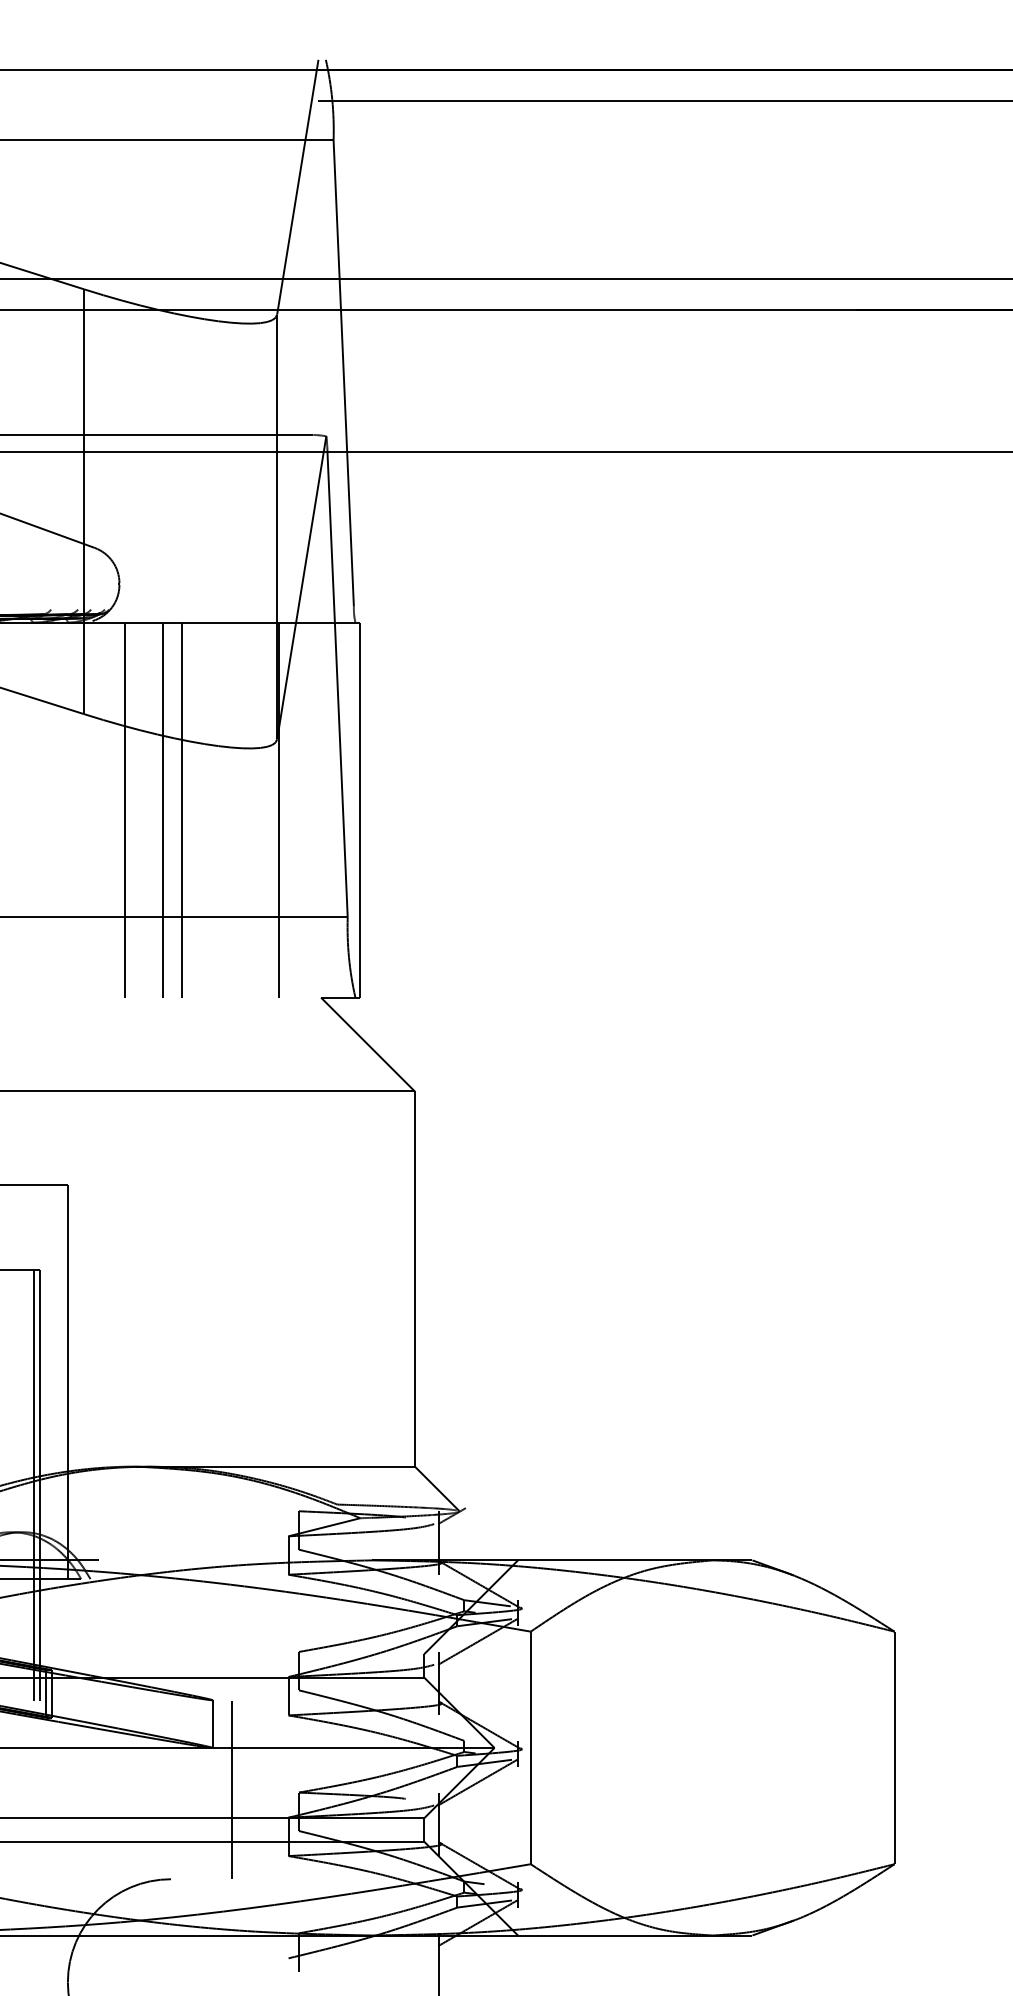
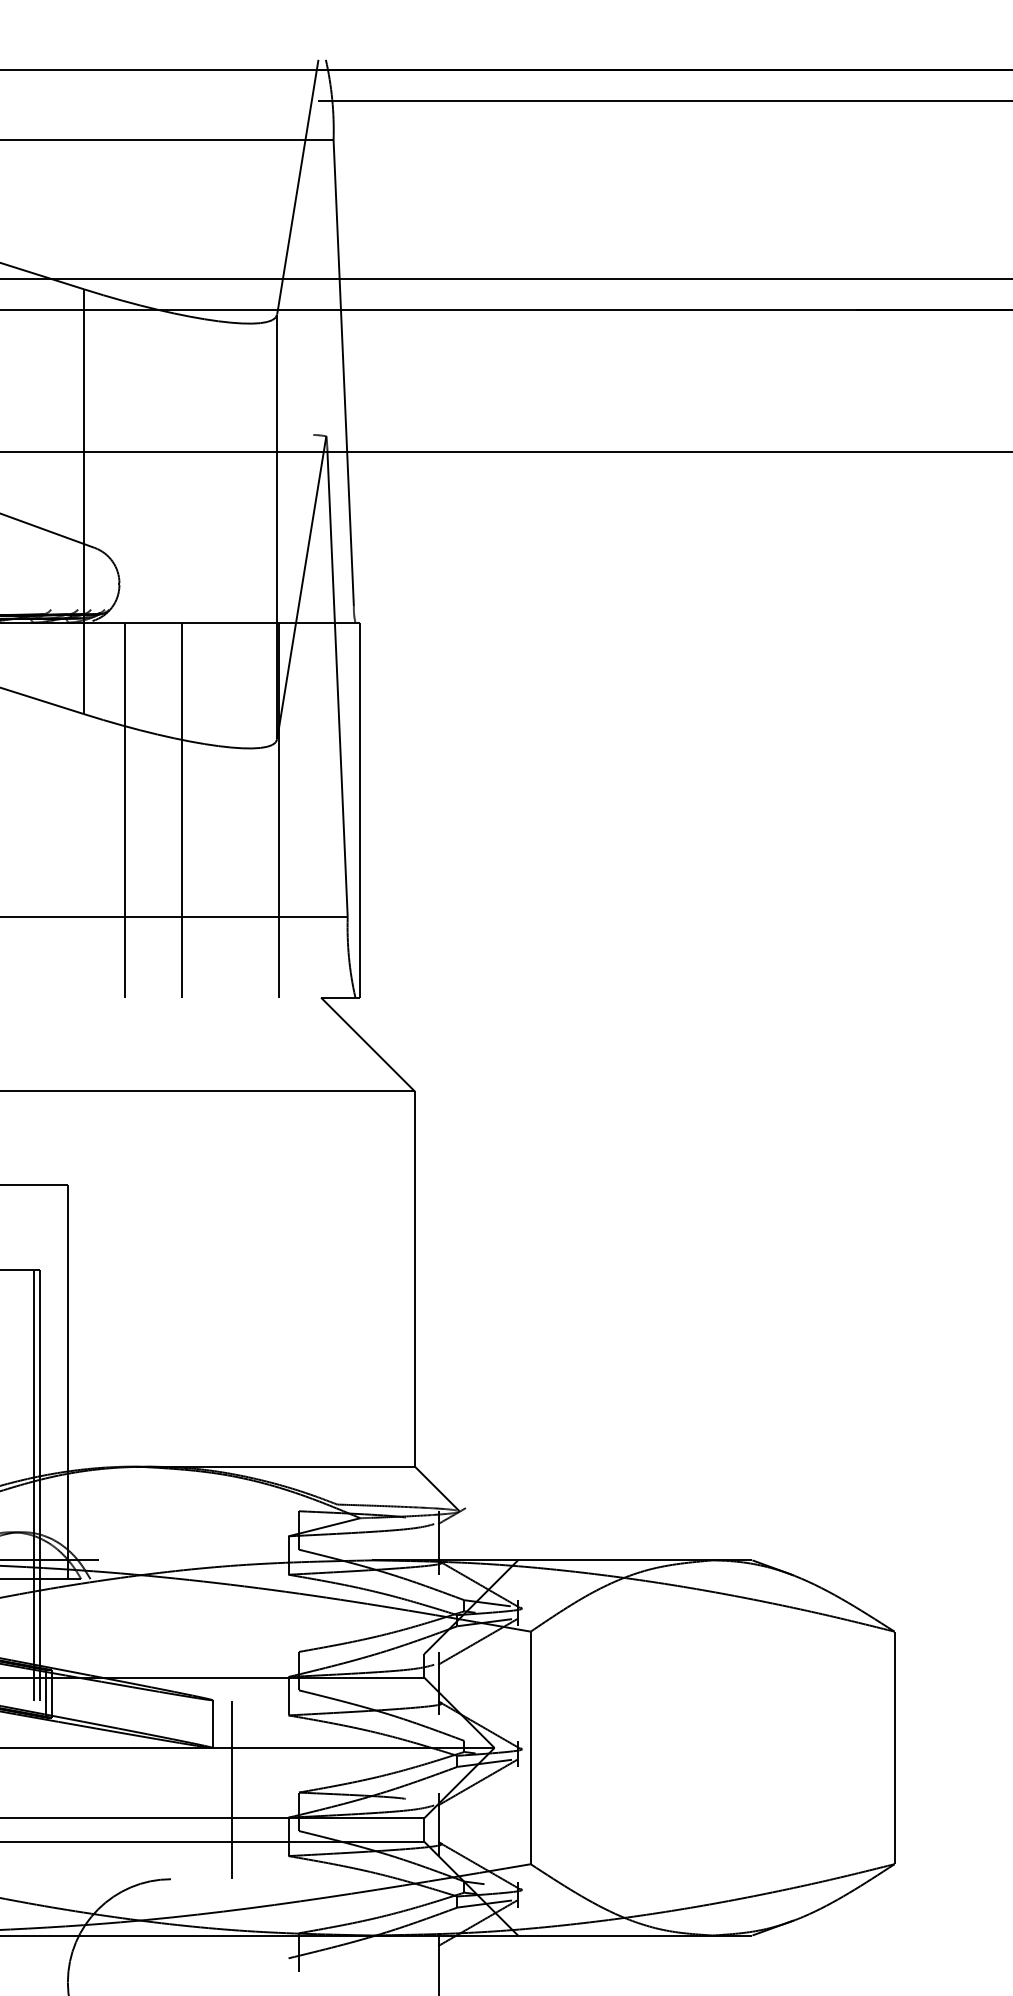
line at (157, 435): present -> none
line at (163, 809): present -> none
